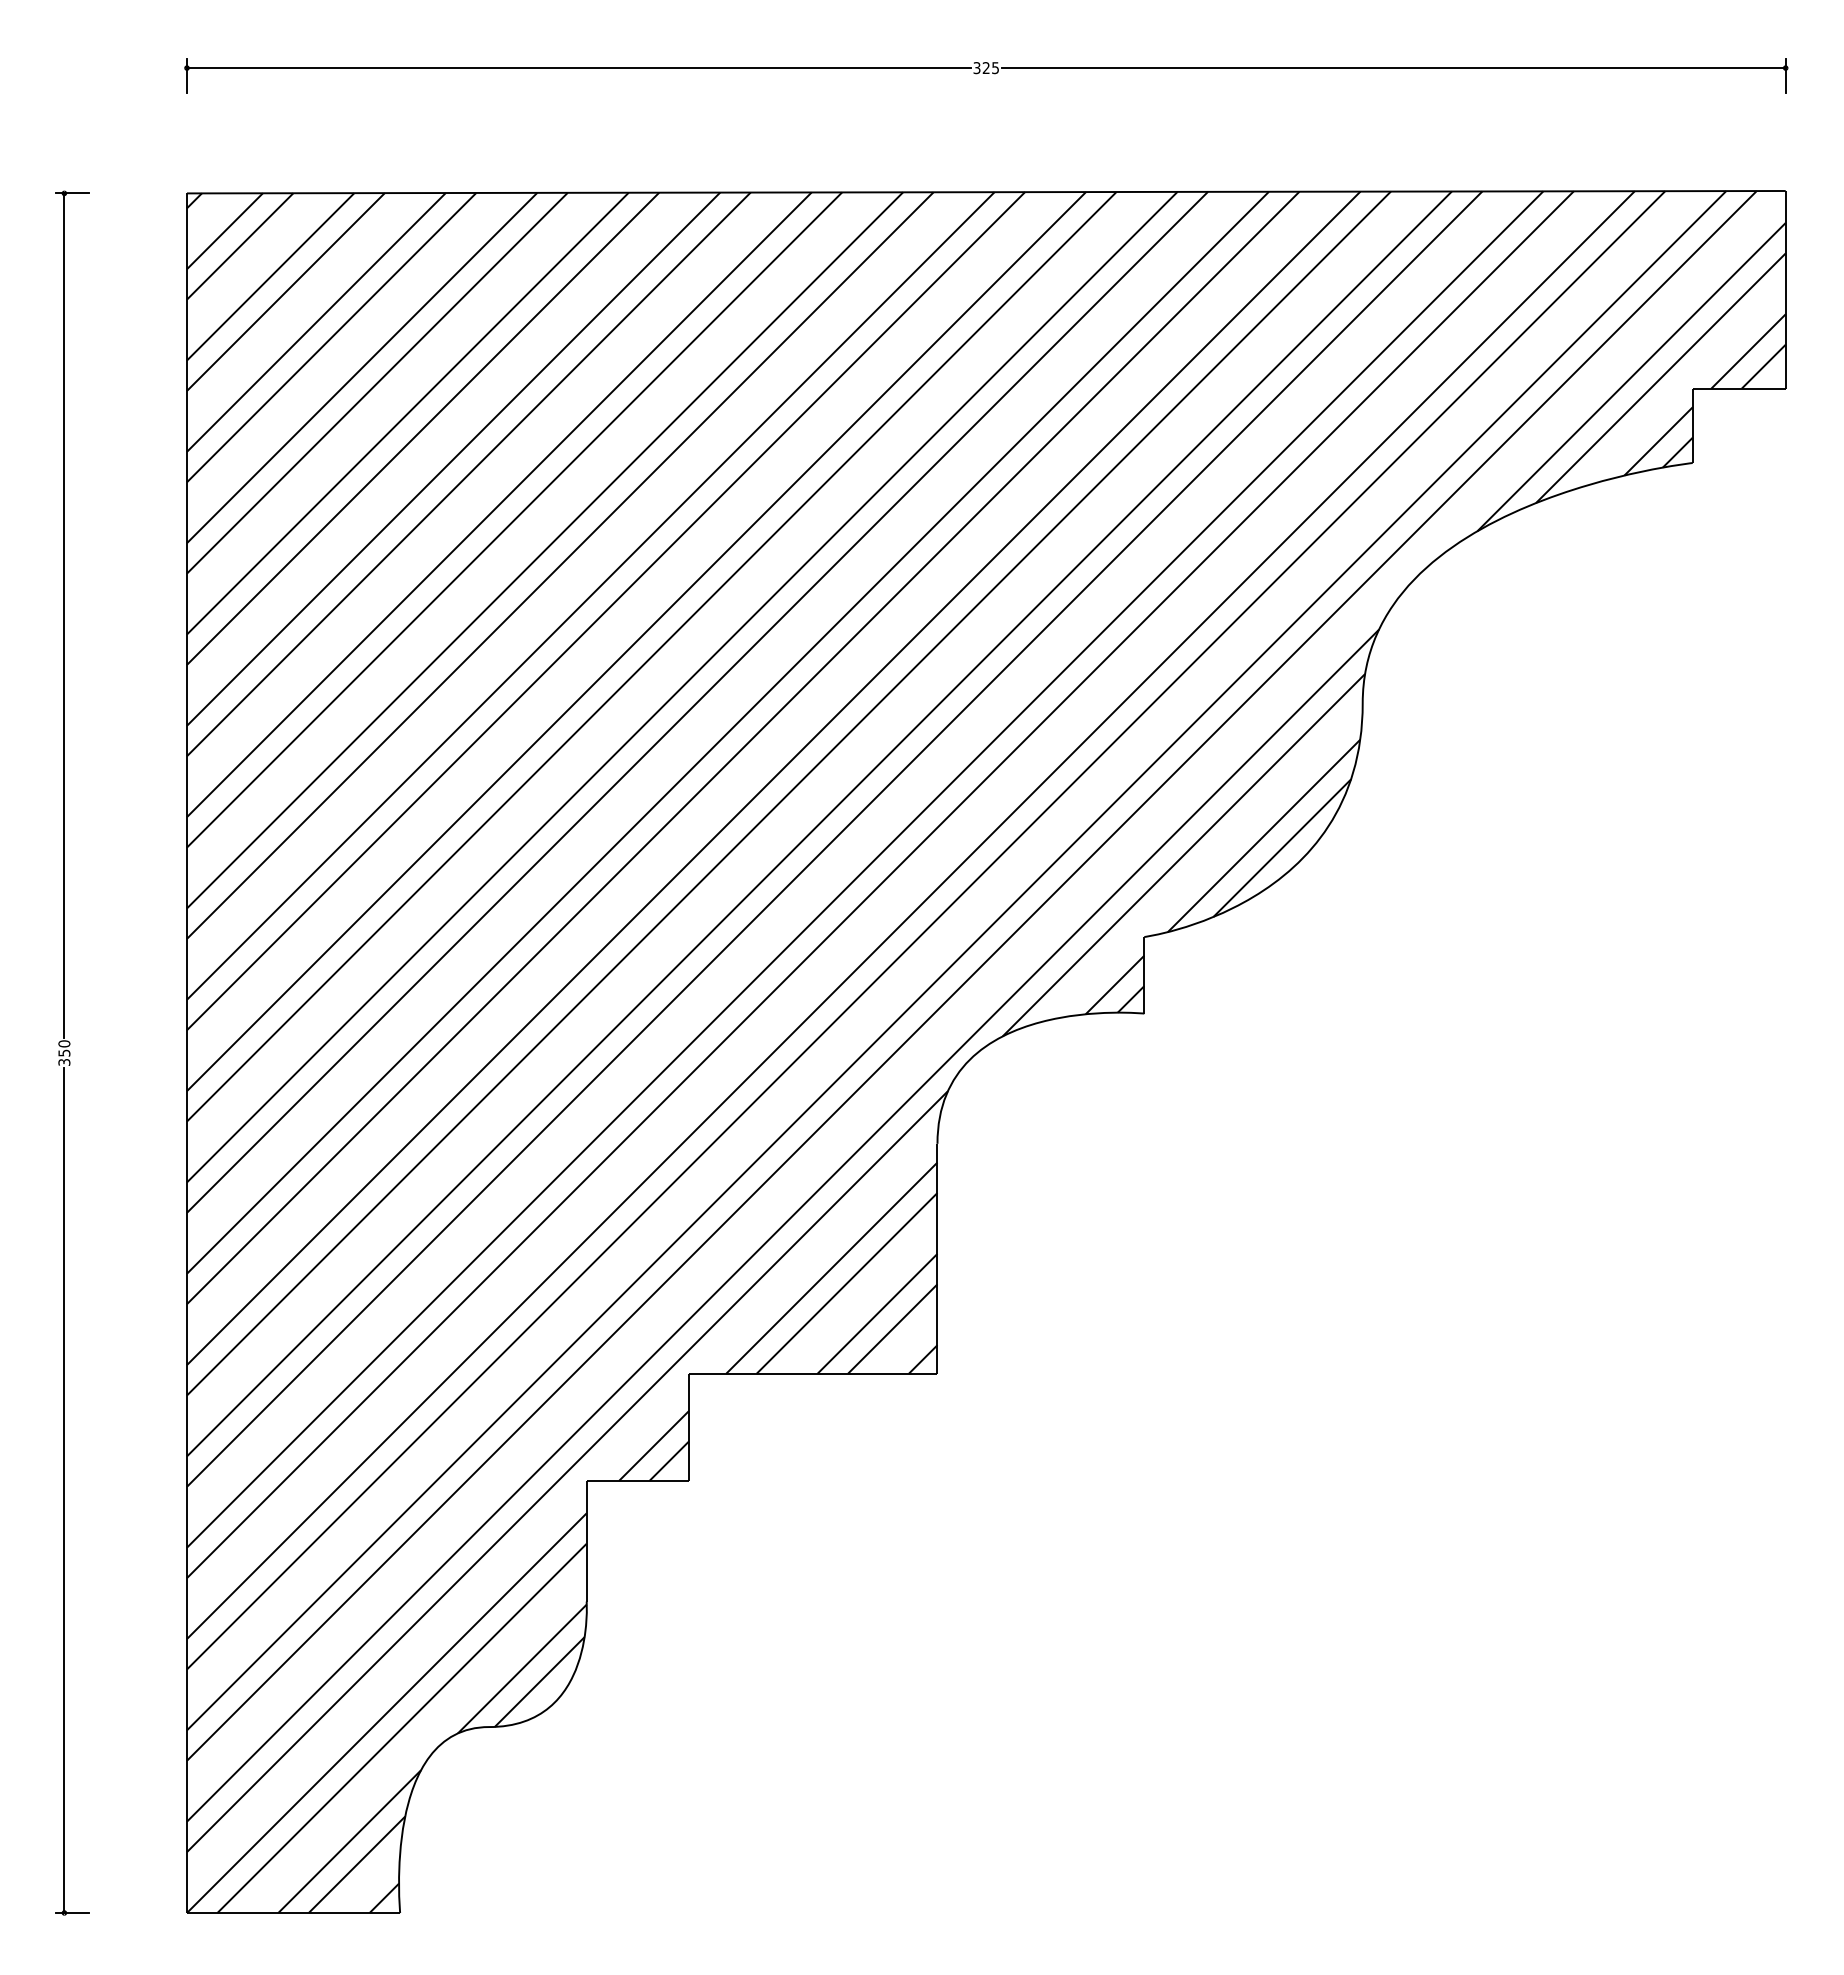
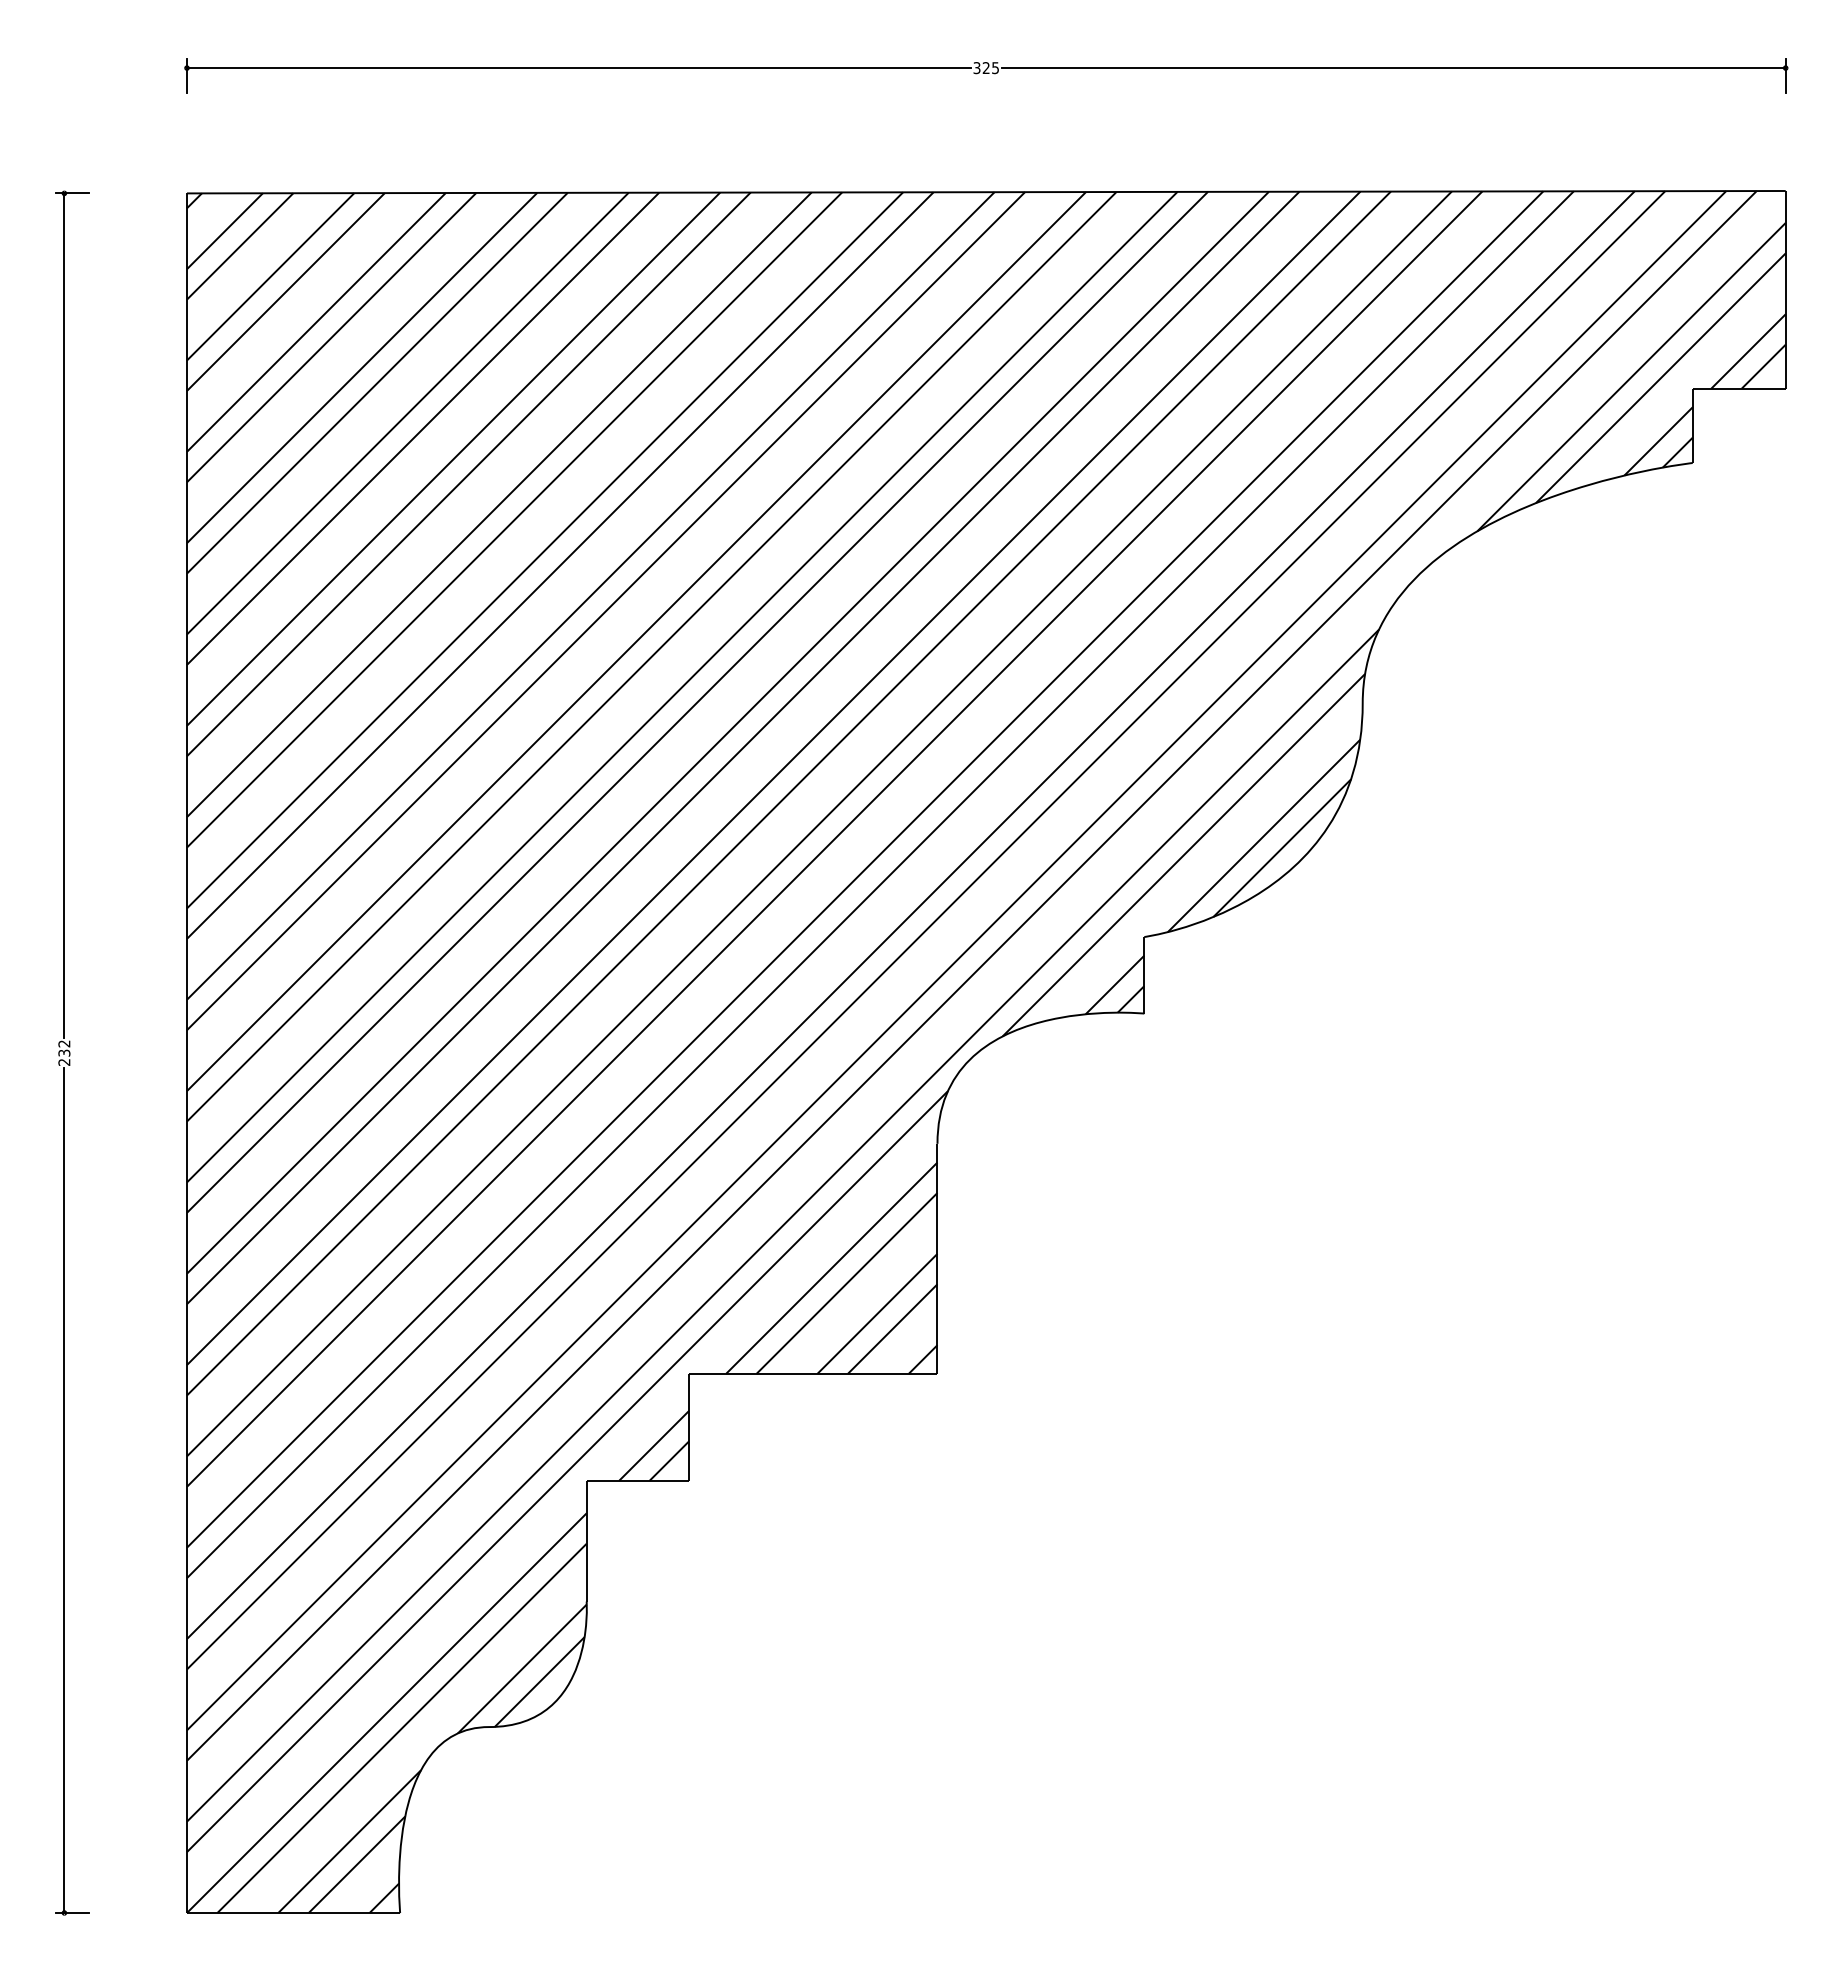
text at (64, 1052): 350 -> 232
